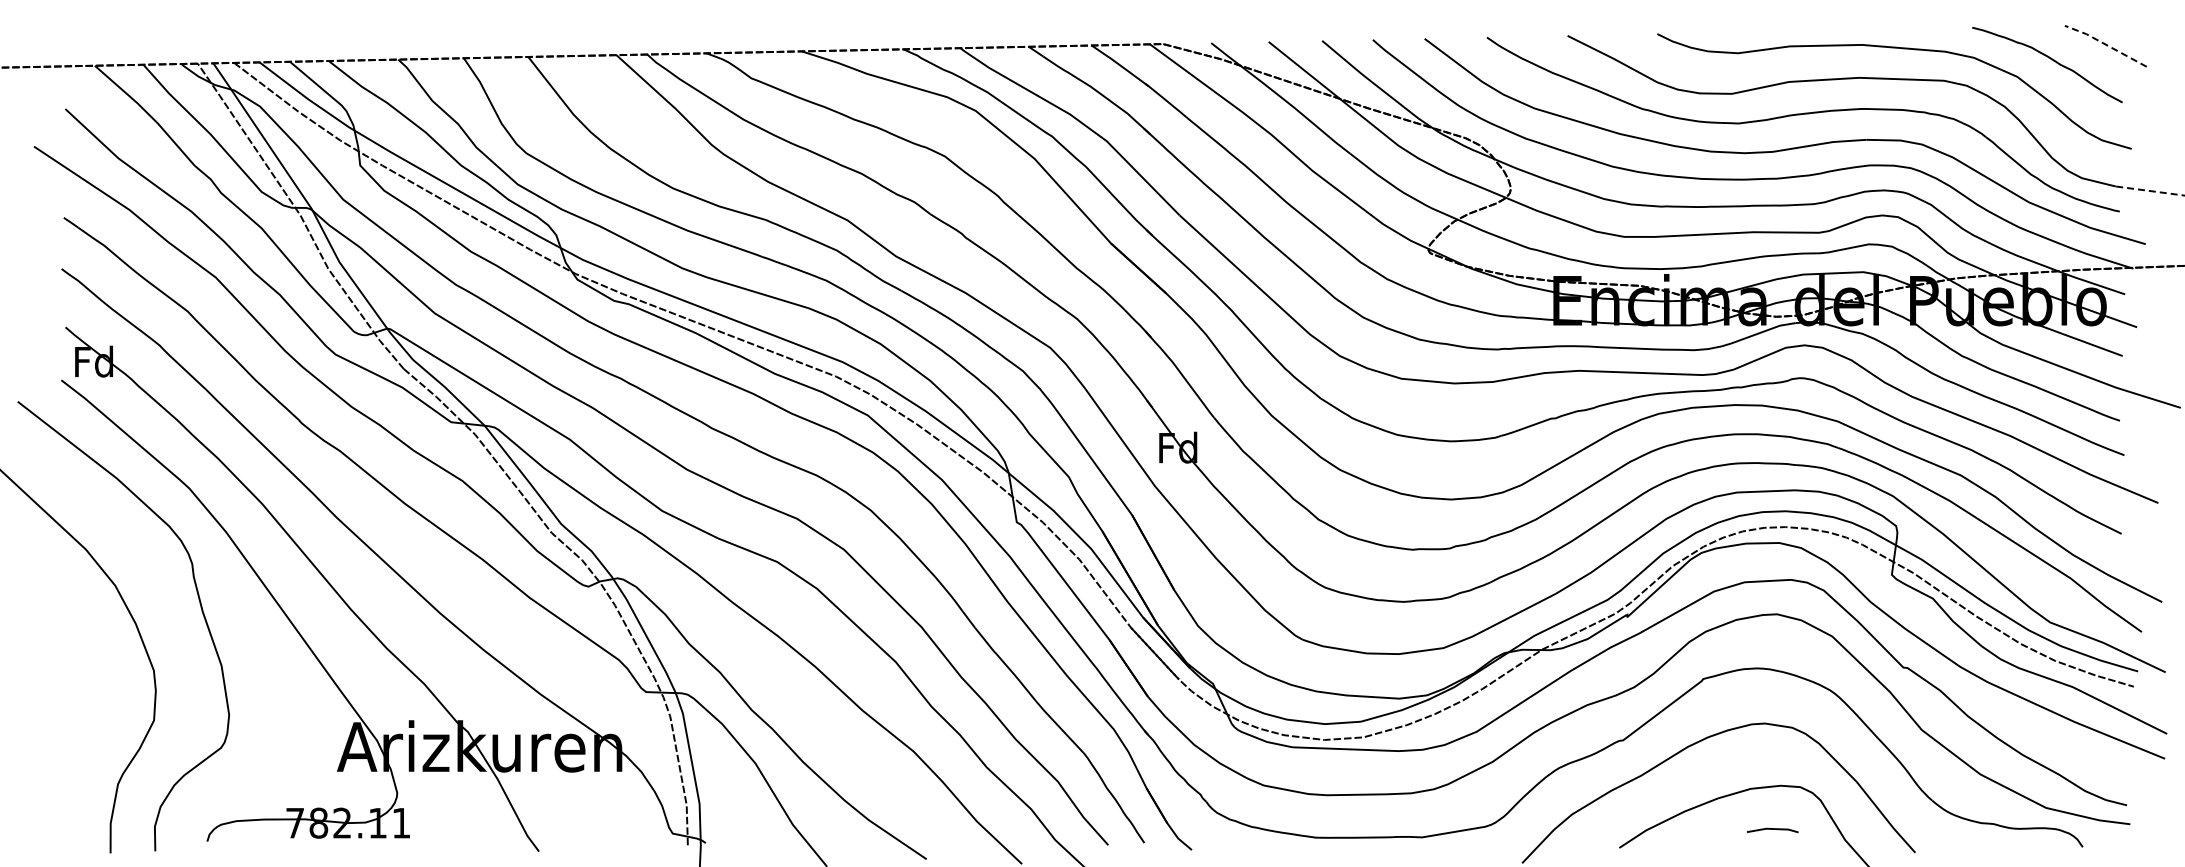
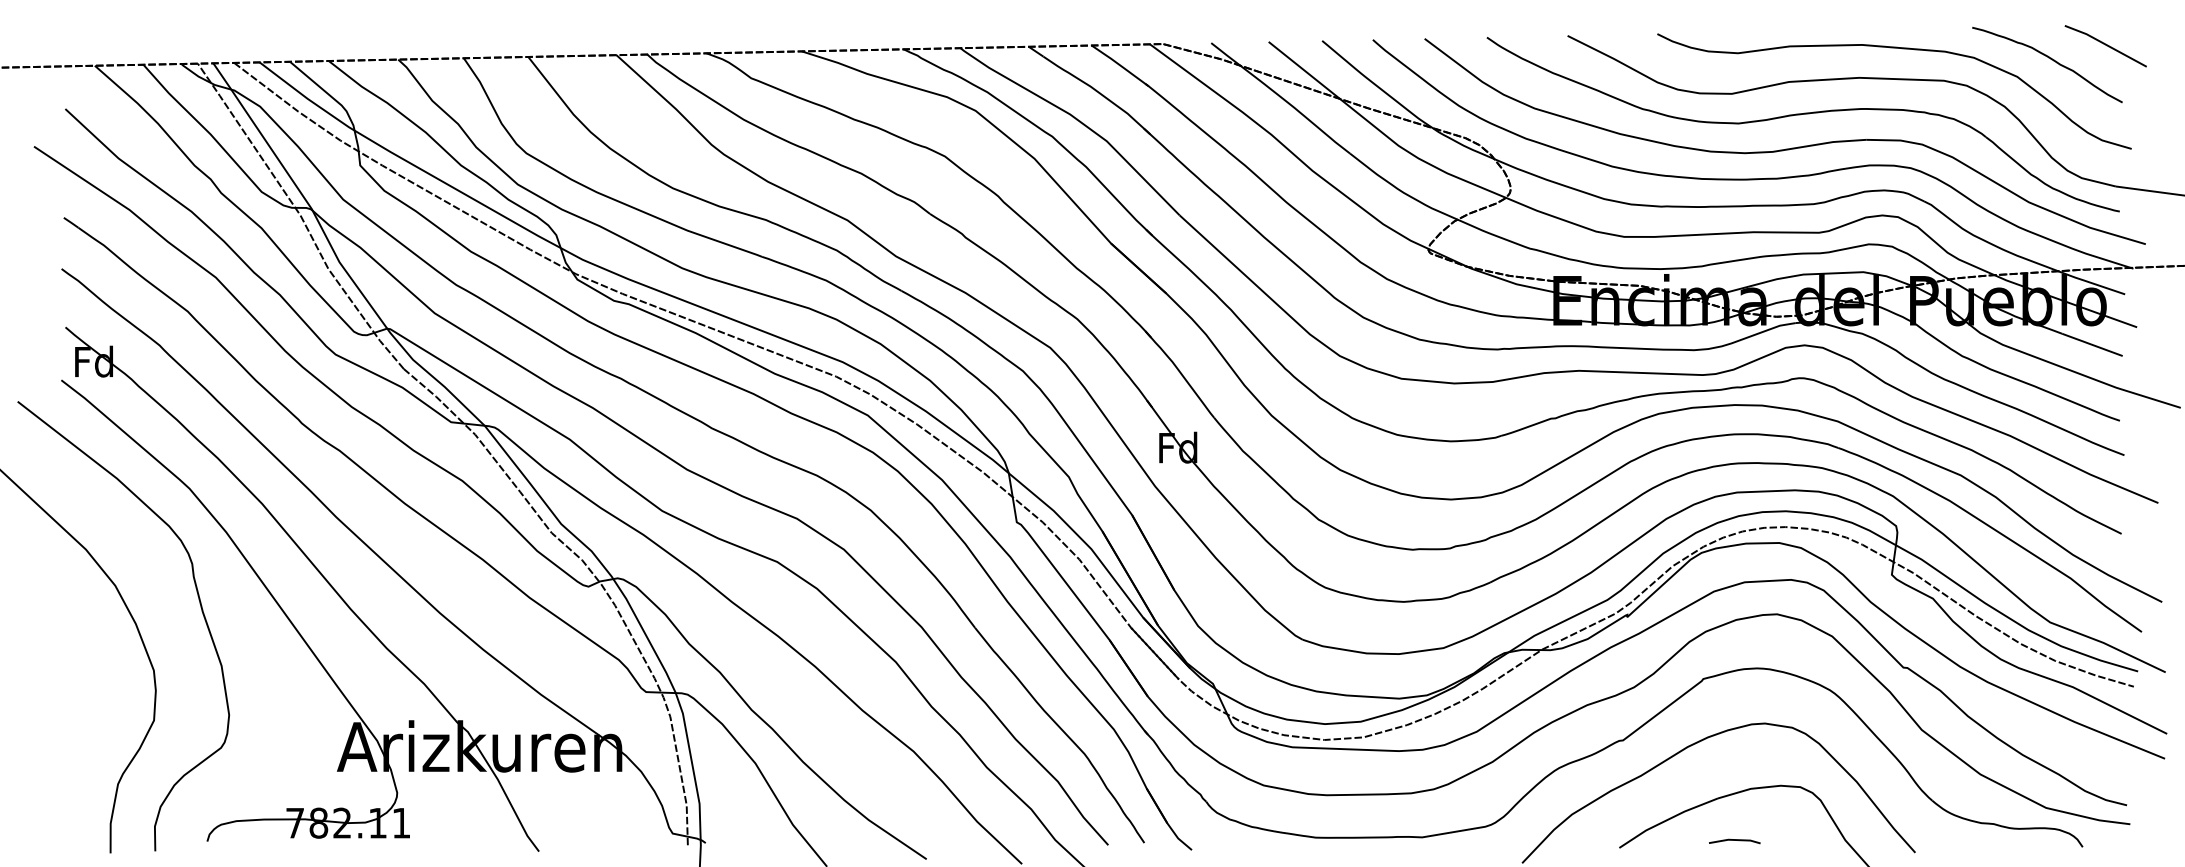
line at (2105, 44): dashed -> solid
line at (2150, 191): dashed -> solid
line at (1772, 829) position: (1772, 829) -> (1734, 840)
